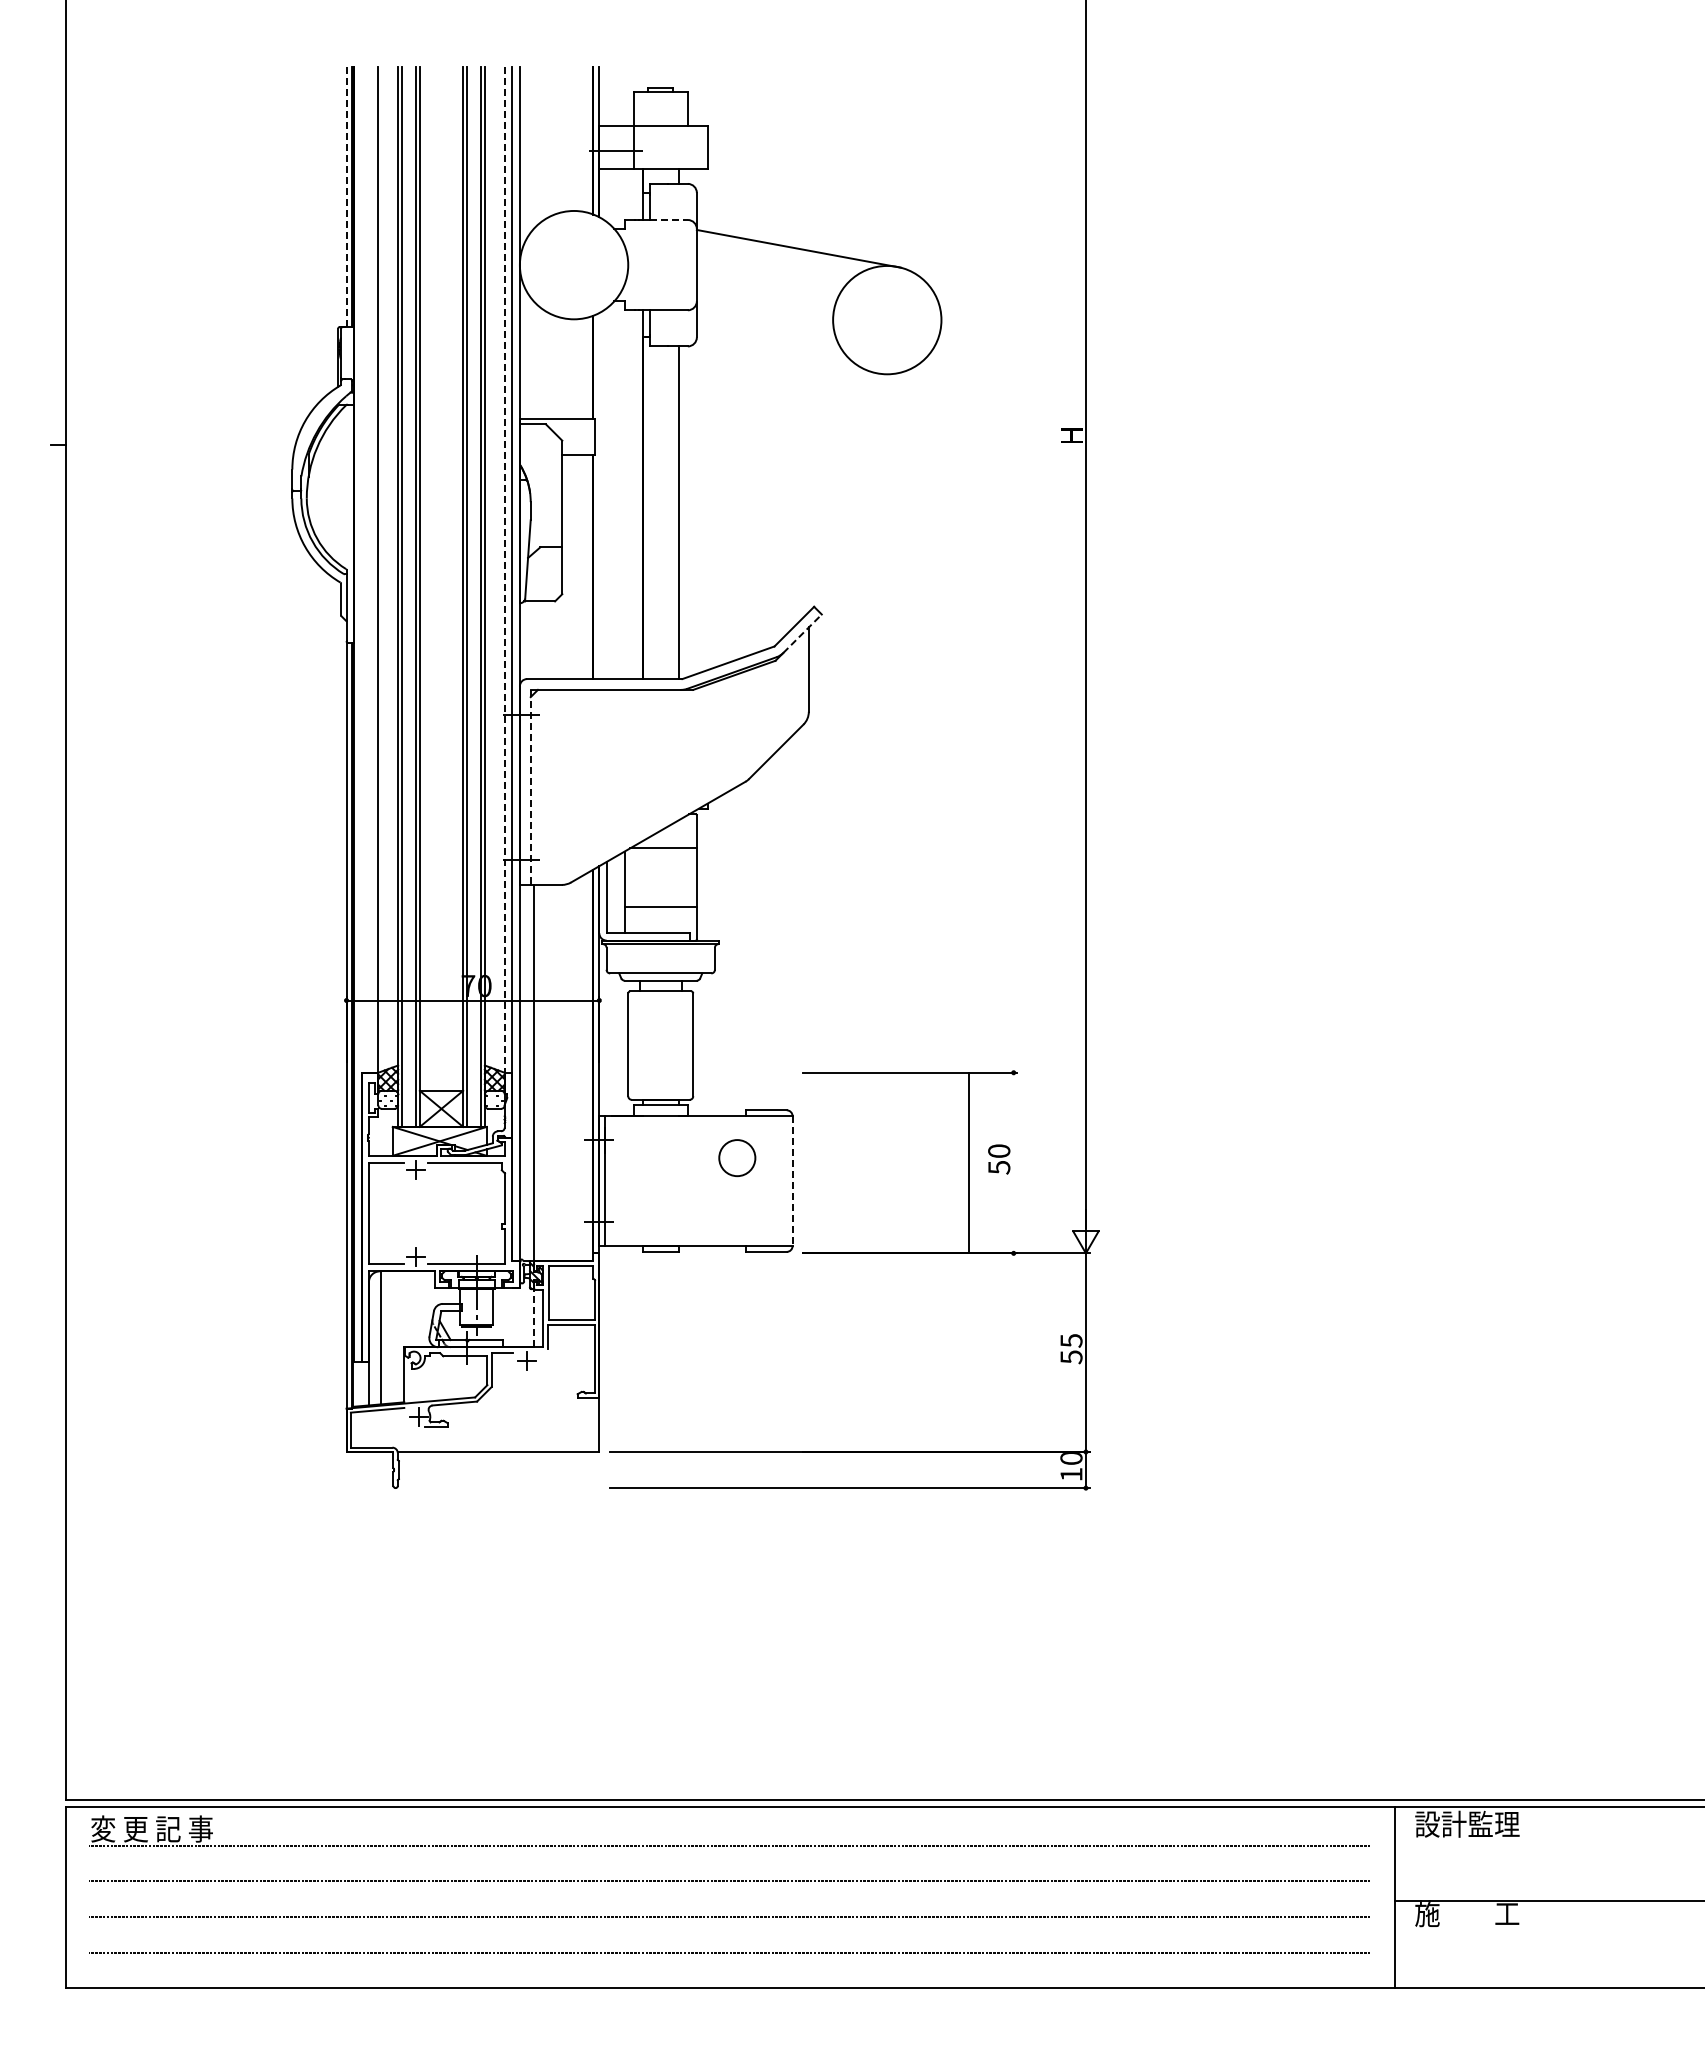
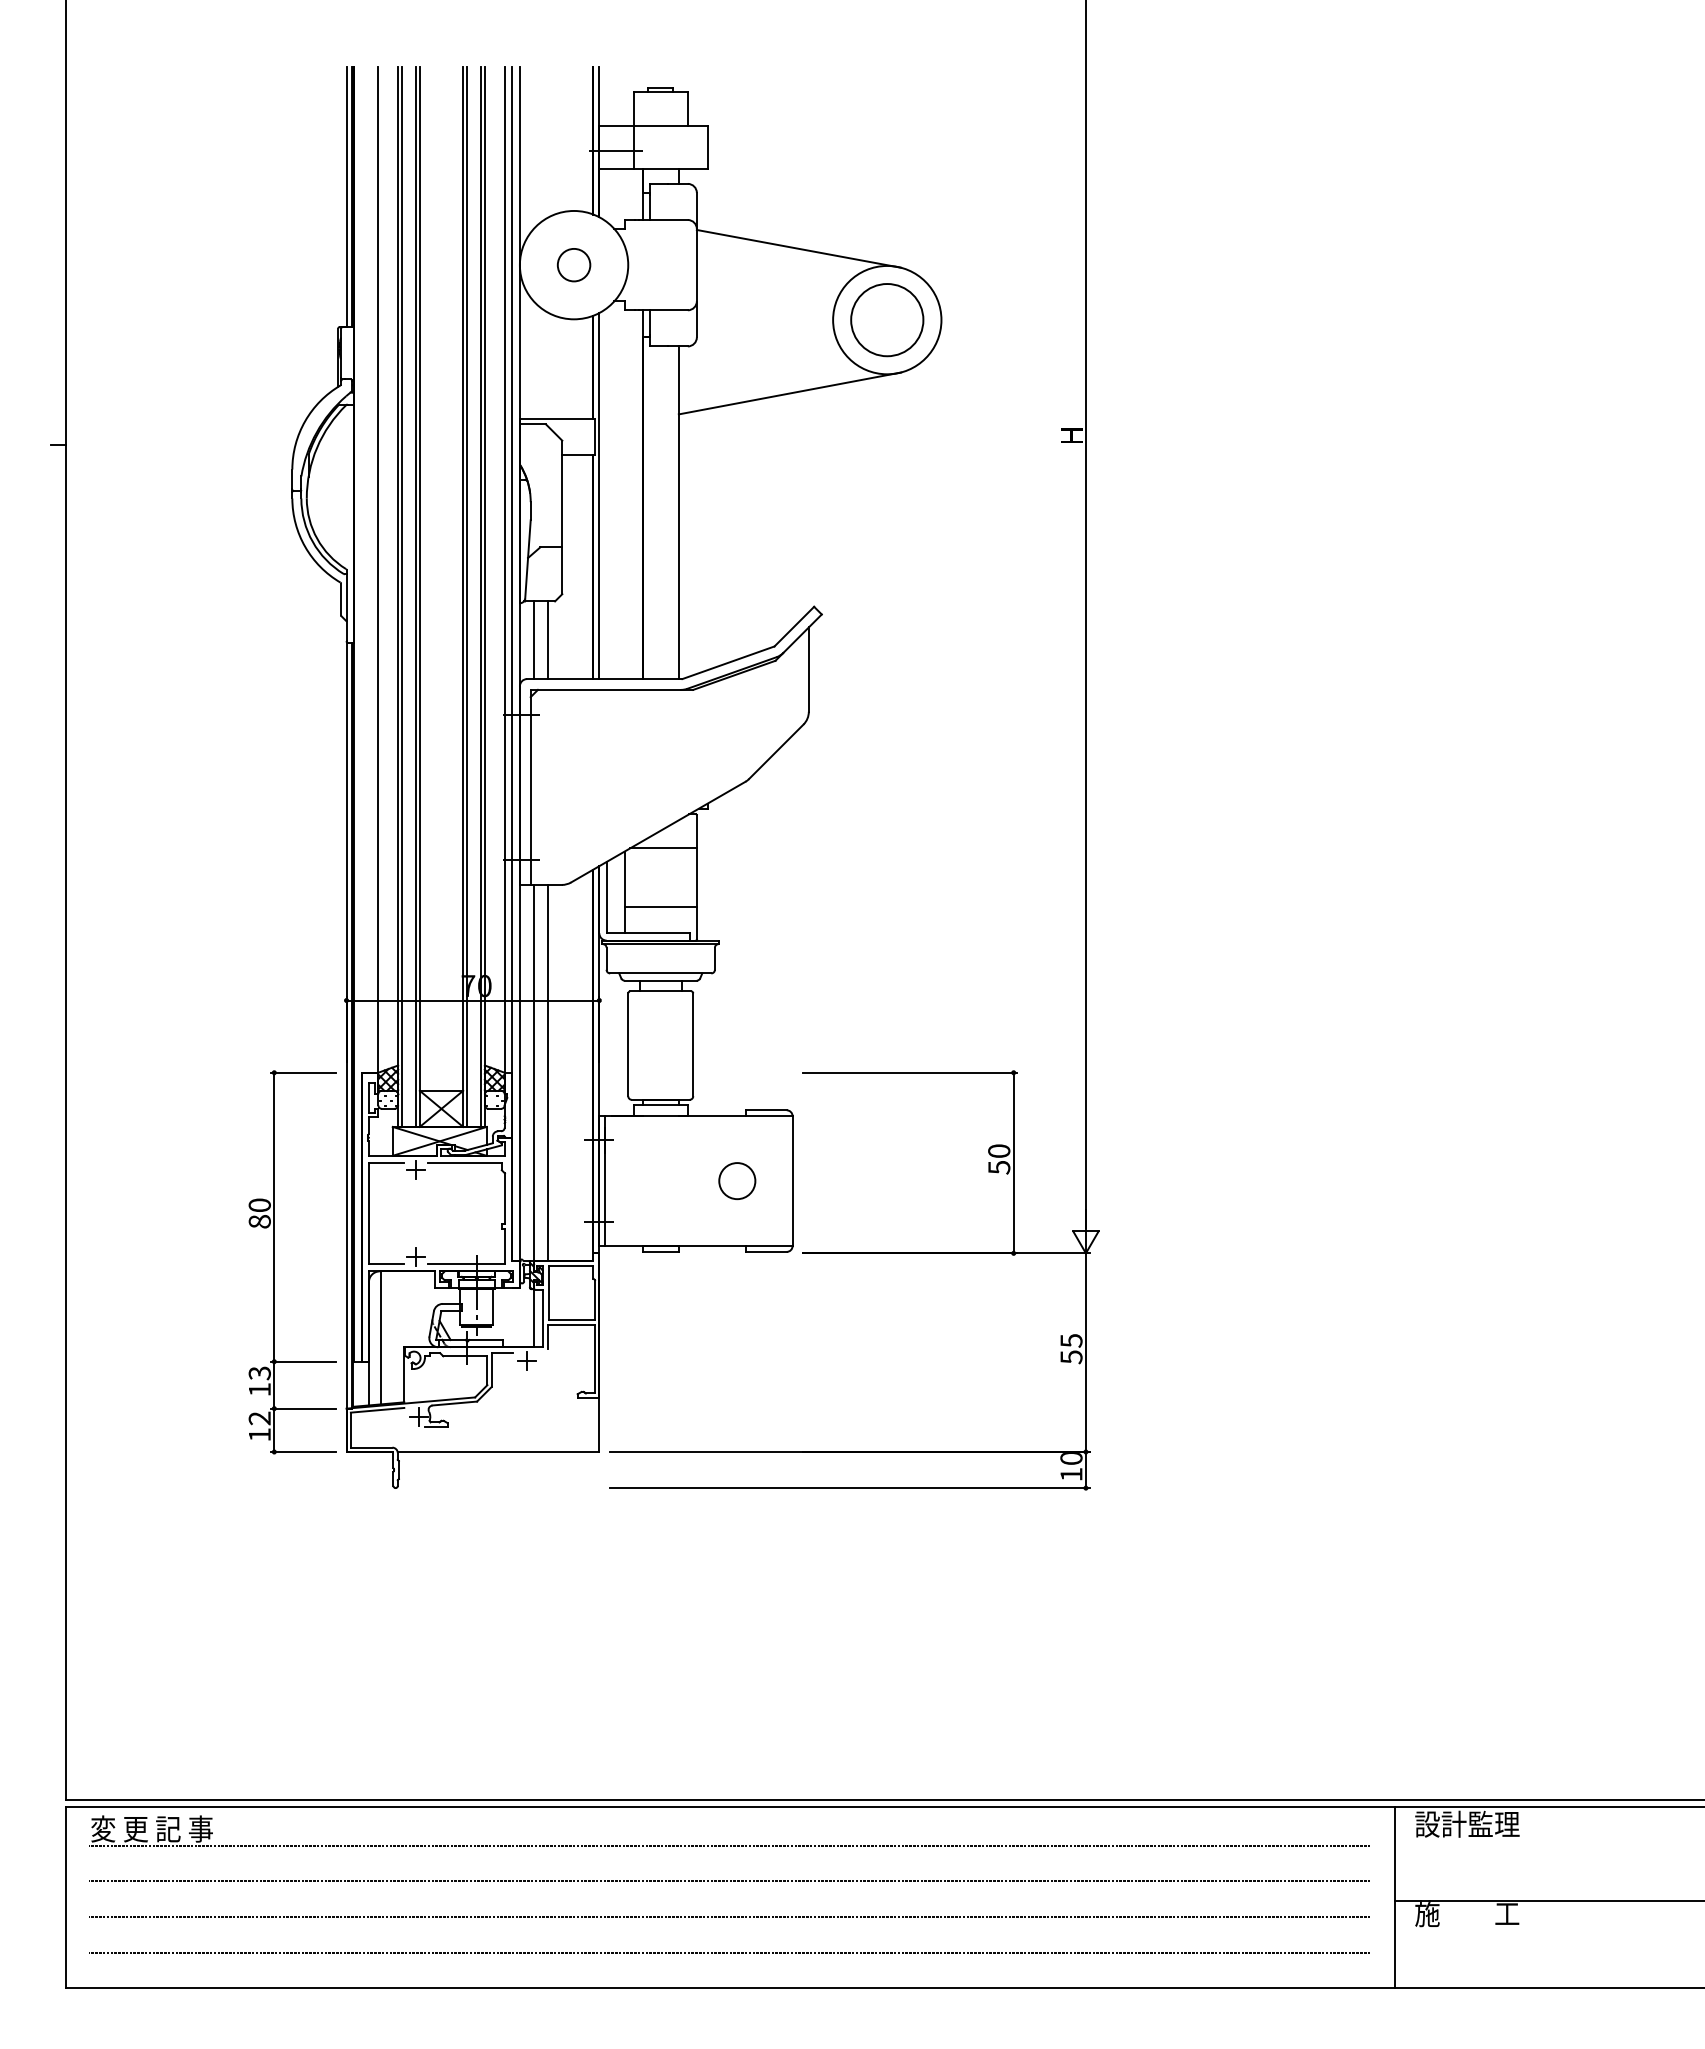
line at (346, 197): dashed -> solid
line at (668, 220): dashed -> solid
circle at (573, 265): none -> present
circle at (887, 320): none -> present
line at (789, 393): none -> present
line at (599, 496): none -> present
line at (504, 571): dashed -> solid
line at (802, 633): dashed -> solid
line at (534, 640): none -> present
line at (548, 640): none -> present
line at (530, 787): dashed -> solid
line at (548, 1072): none -> present
circle at (737, 1158) position: (737, 1158) -> (737, 1181)
line at (968, 1162) position: (968, 1162) -> (1013, 1162)
line at (792, 1181): dashed -> solid
part at (274, 1262): none -> present
line at (533, 1317): dashed -> solid
